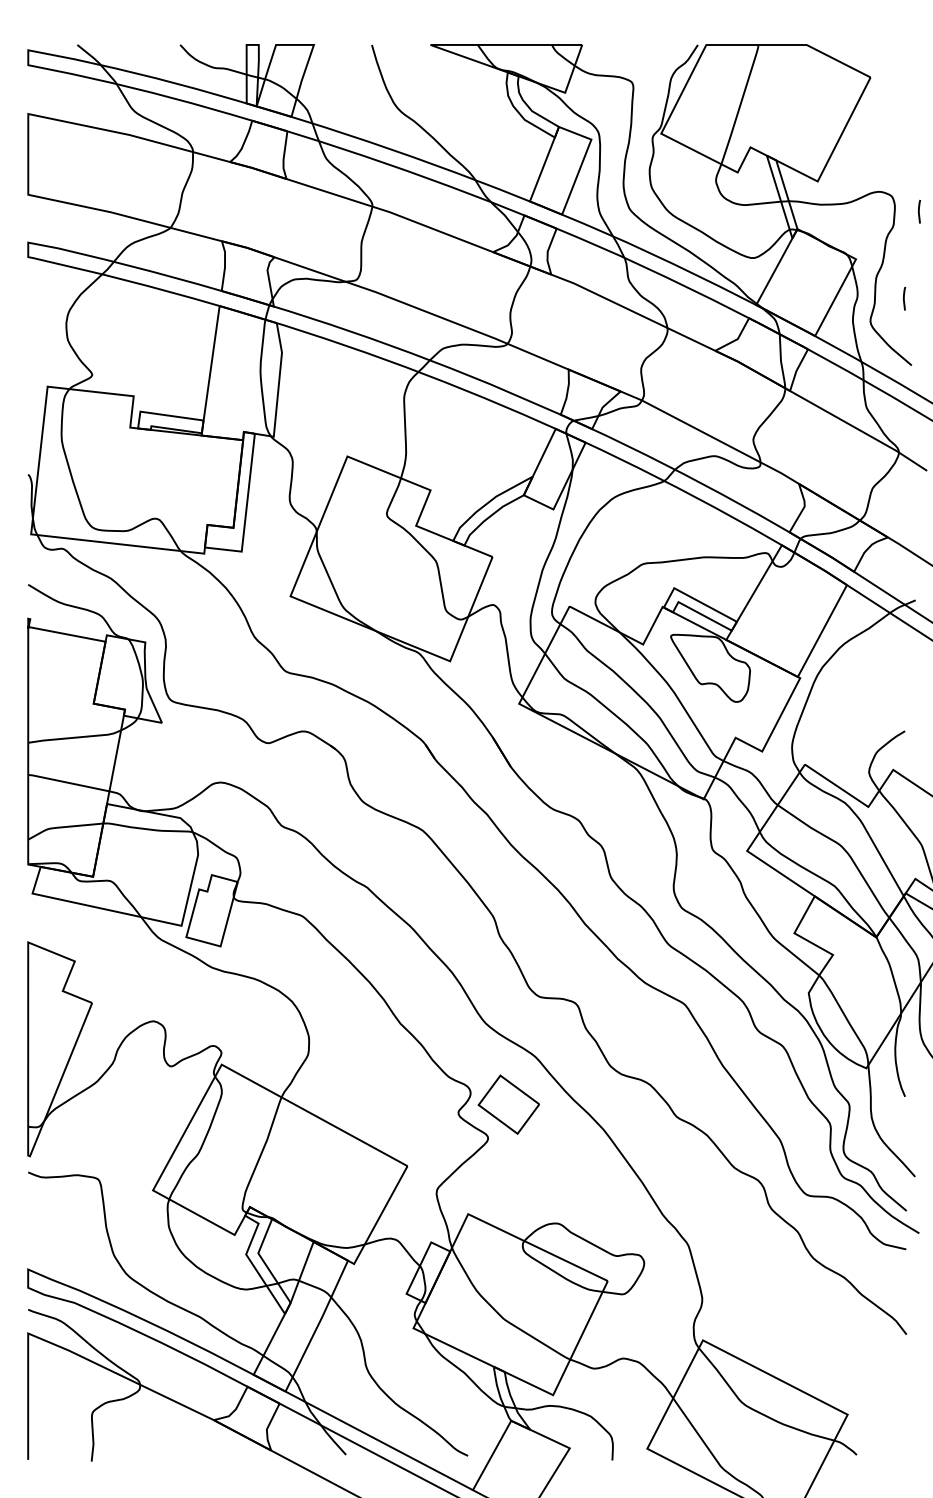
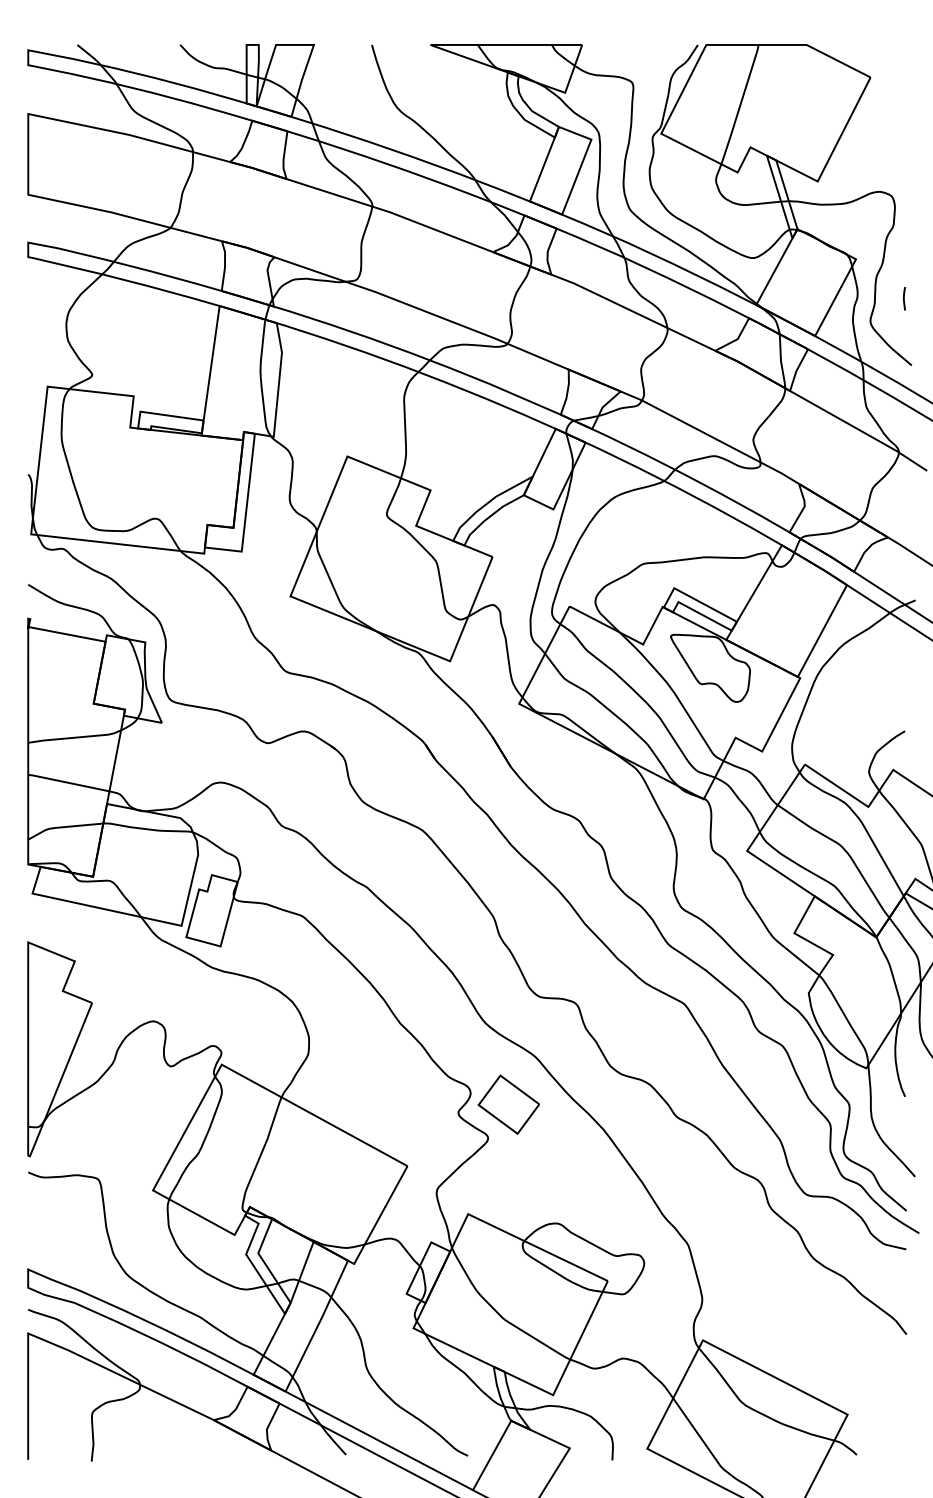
line at (919, 211): present -> none
